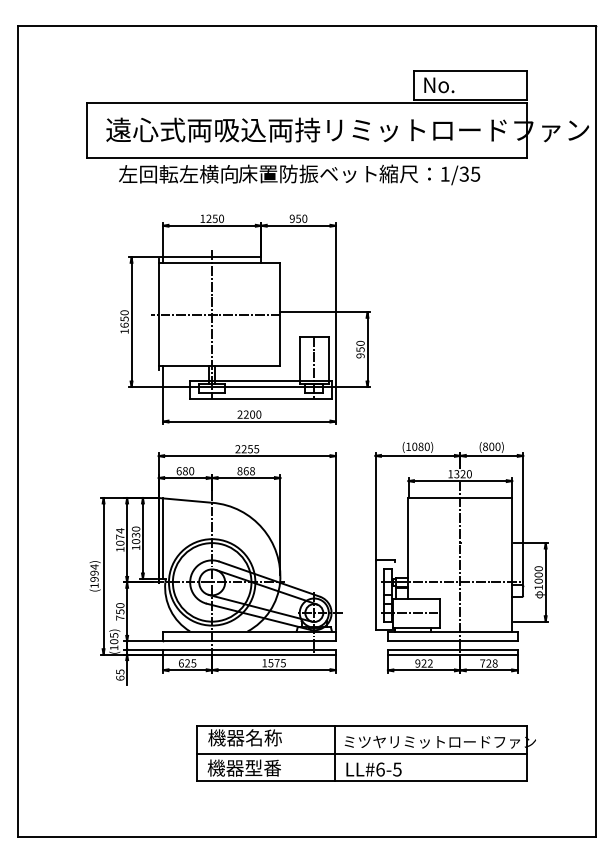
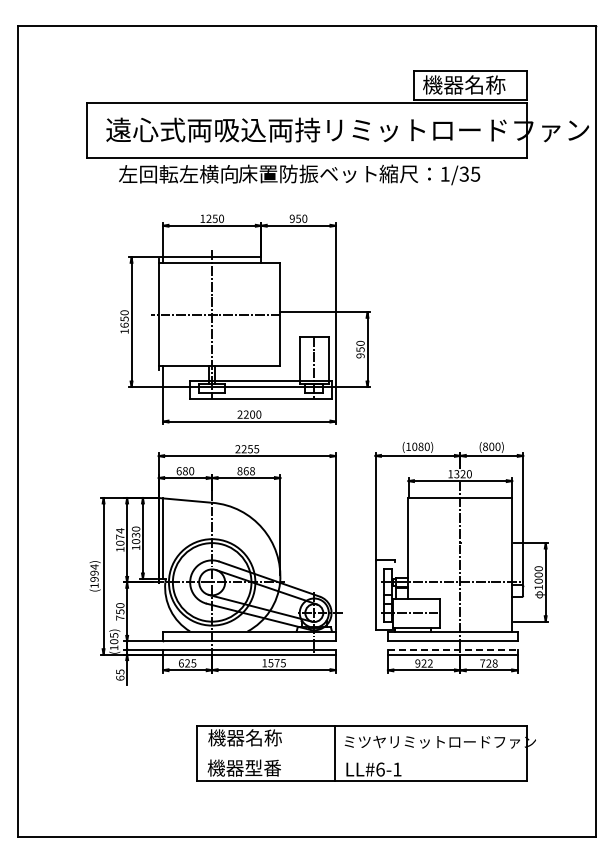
text at (464, 84): No. -> 機器名称
line at (452, 649): solid -> dashed
line at (361, 753): present -> none
text at (397, 769): LL#6-5 -> LL#6-1
